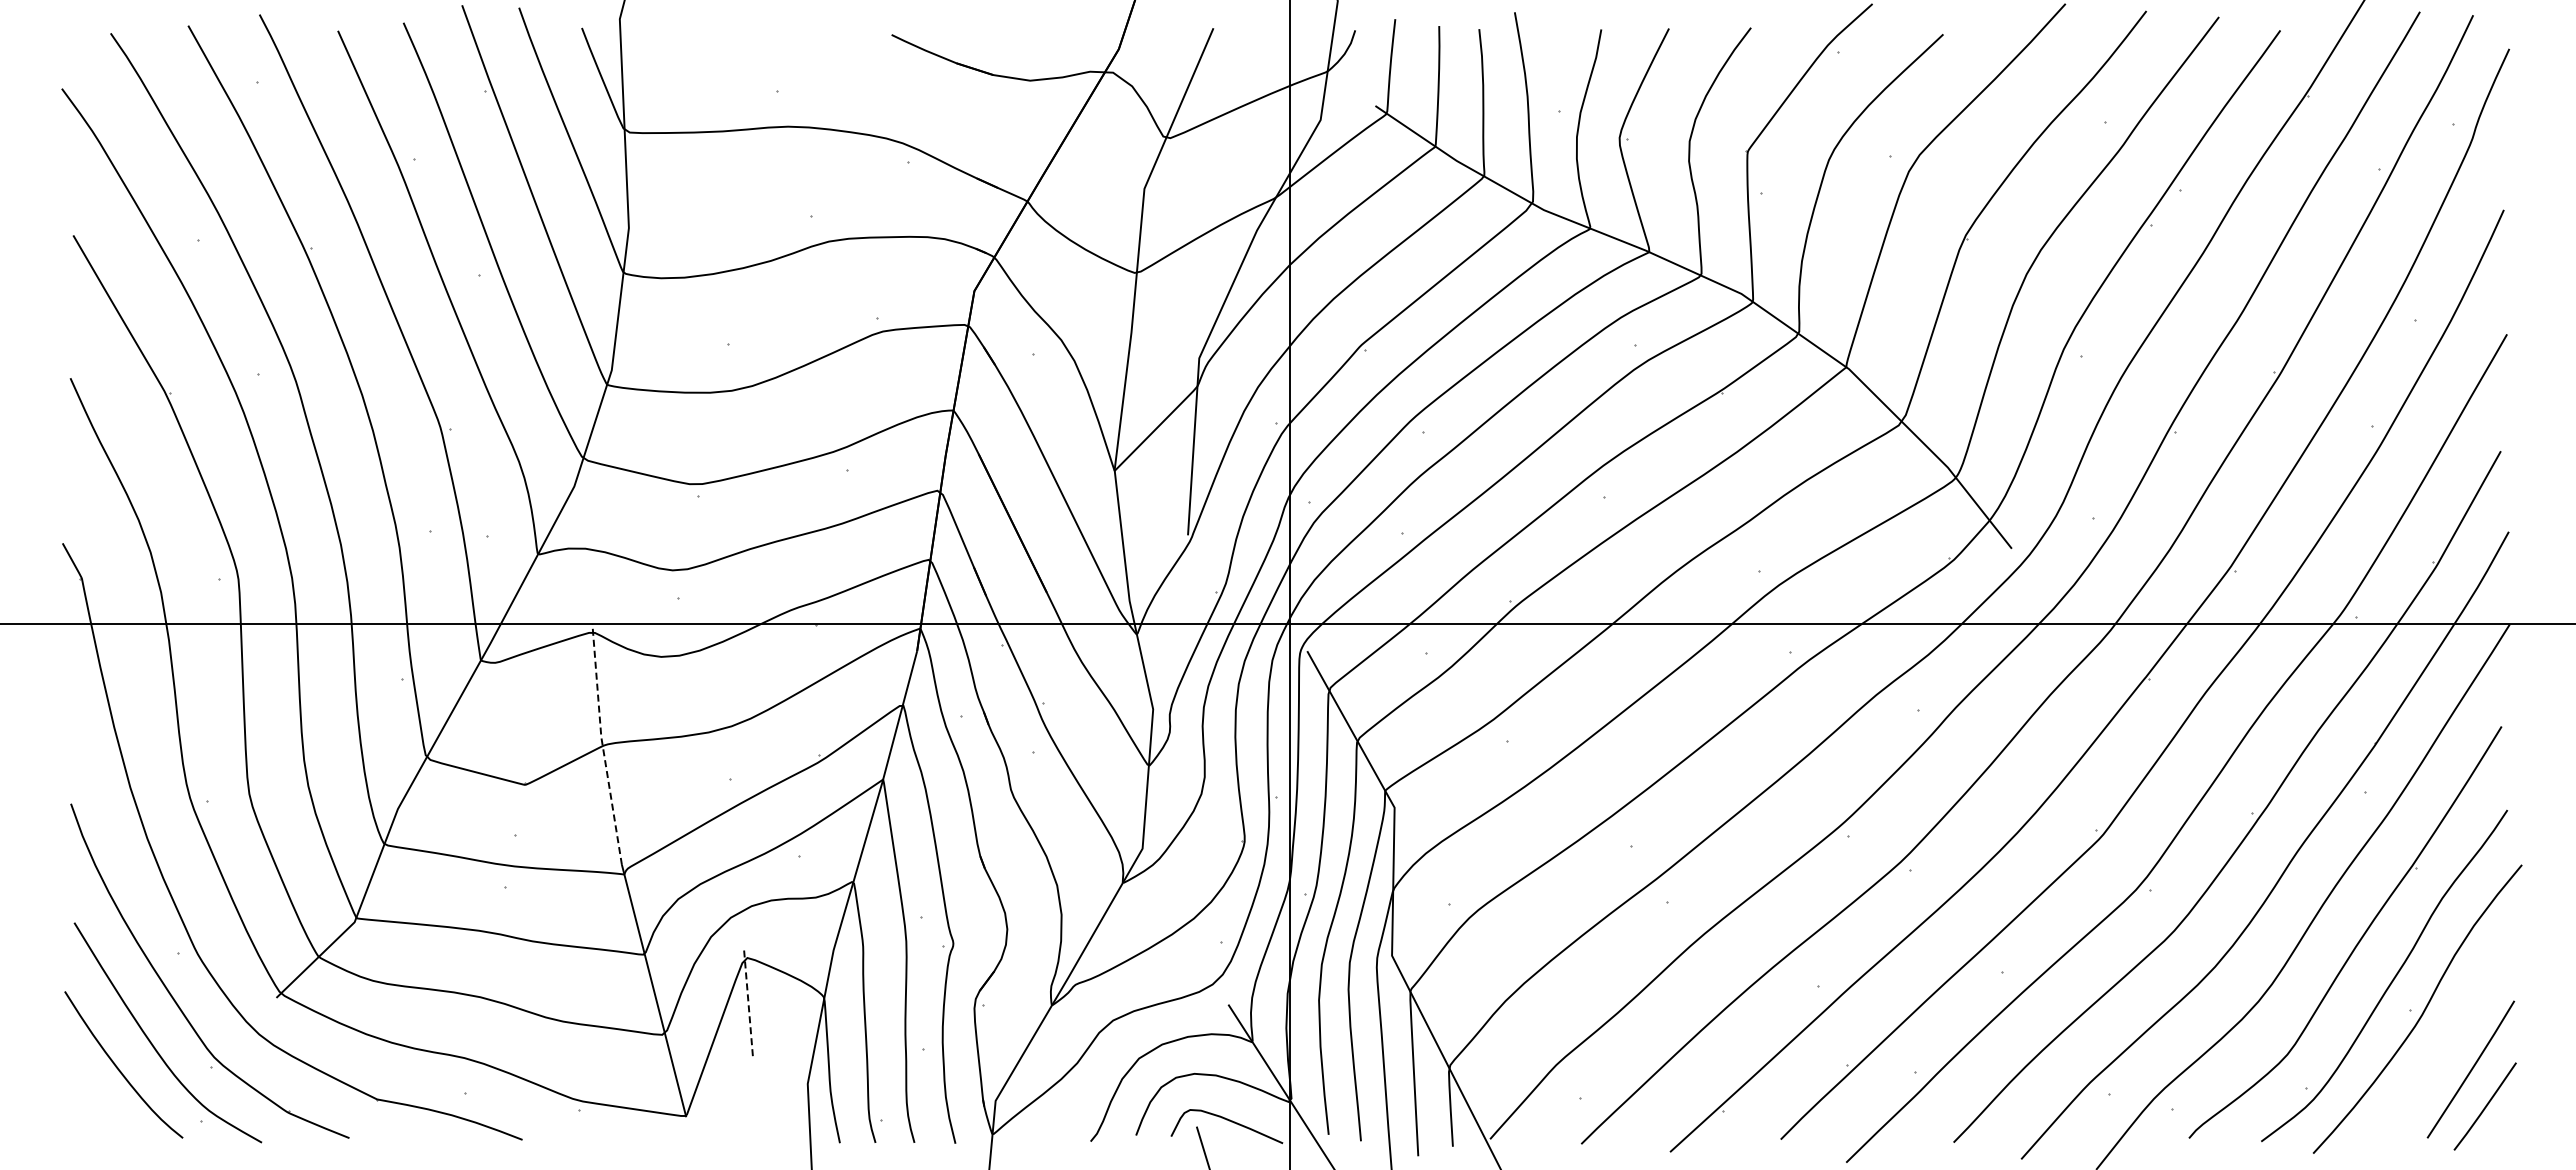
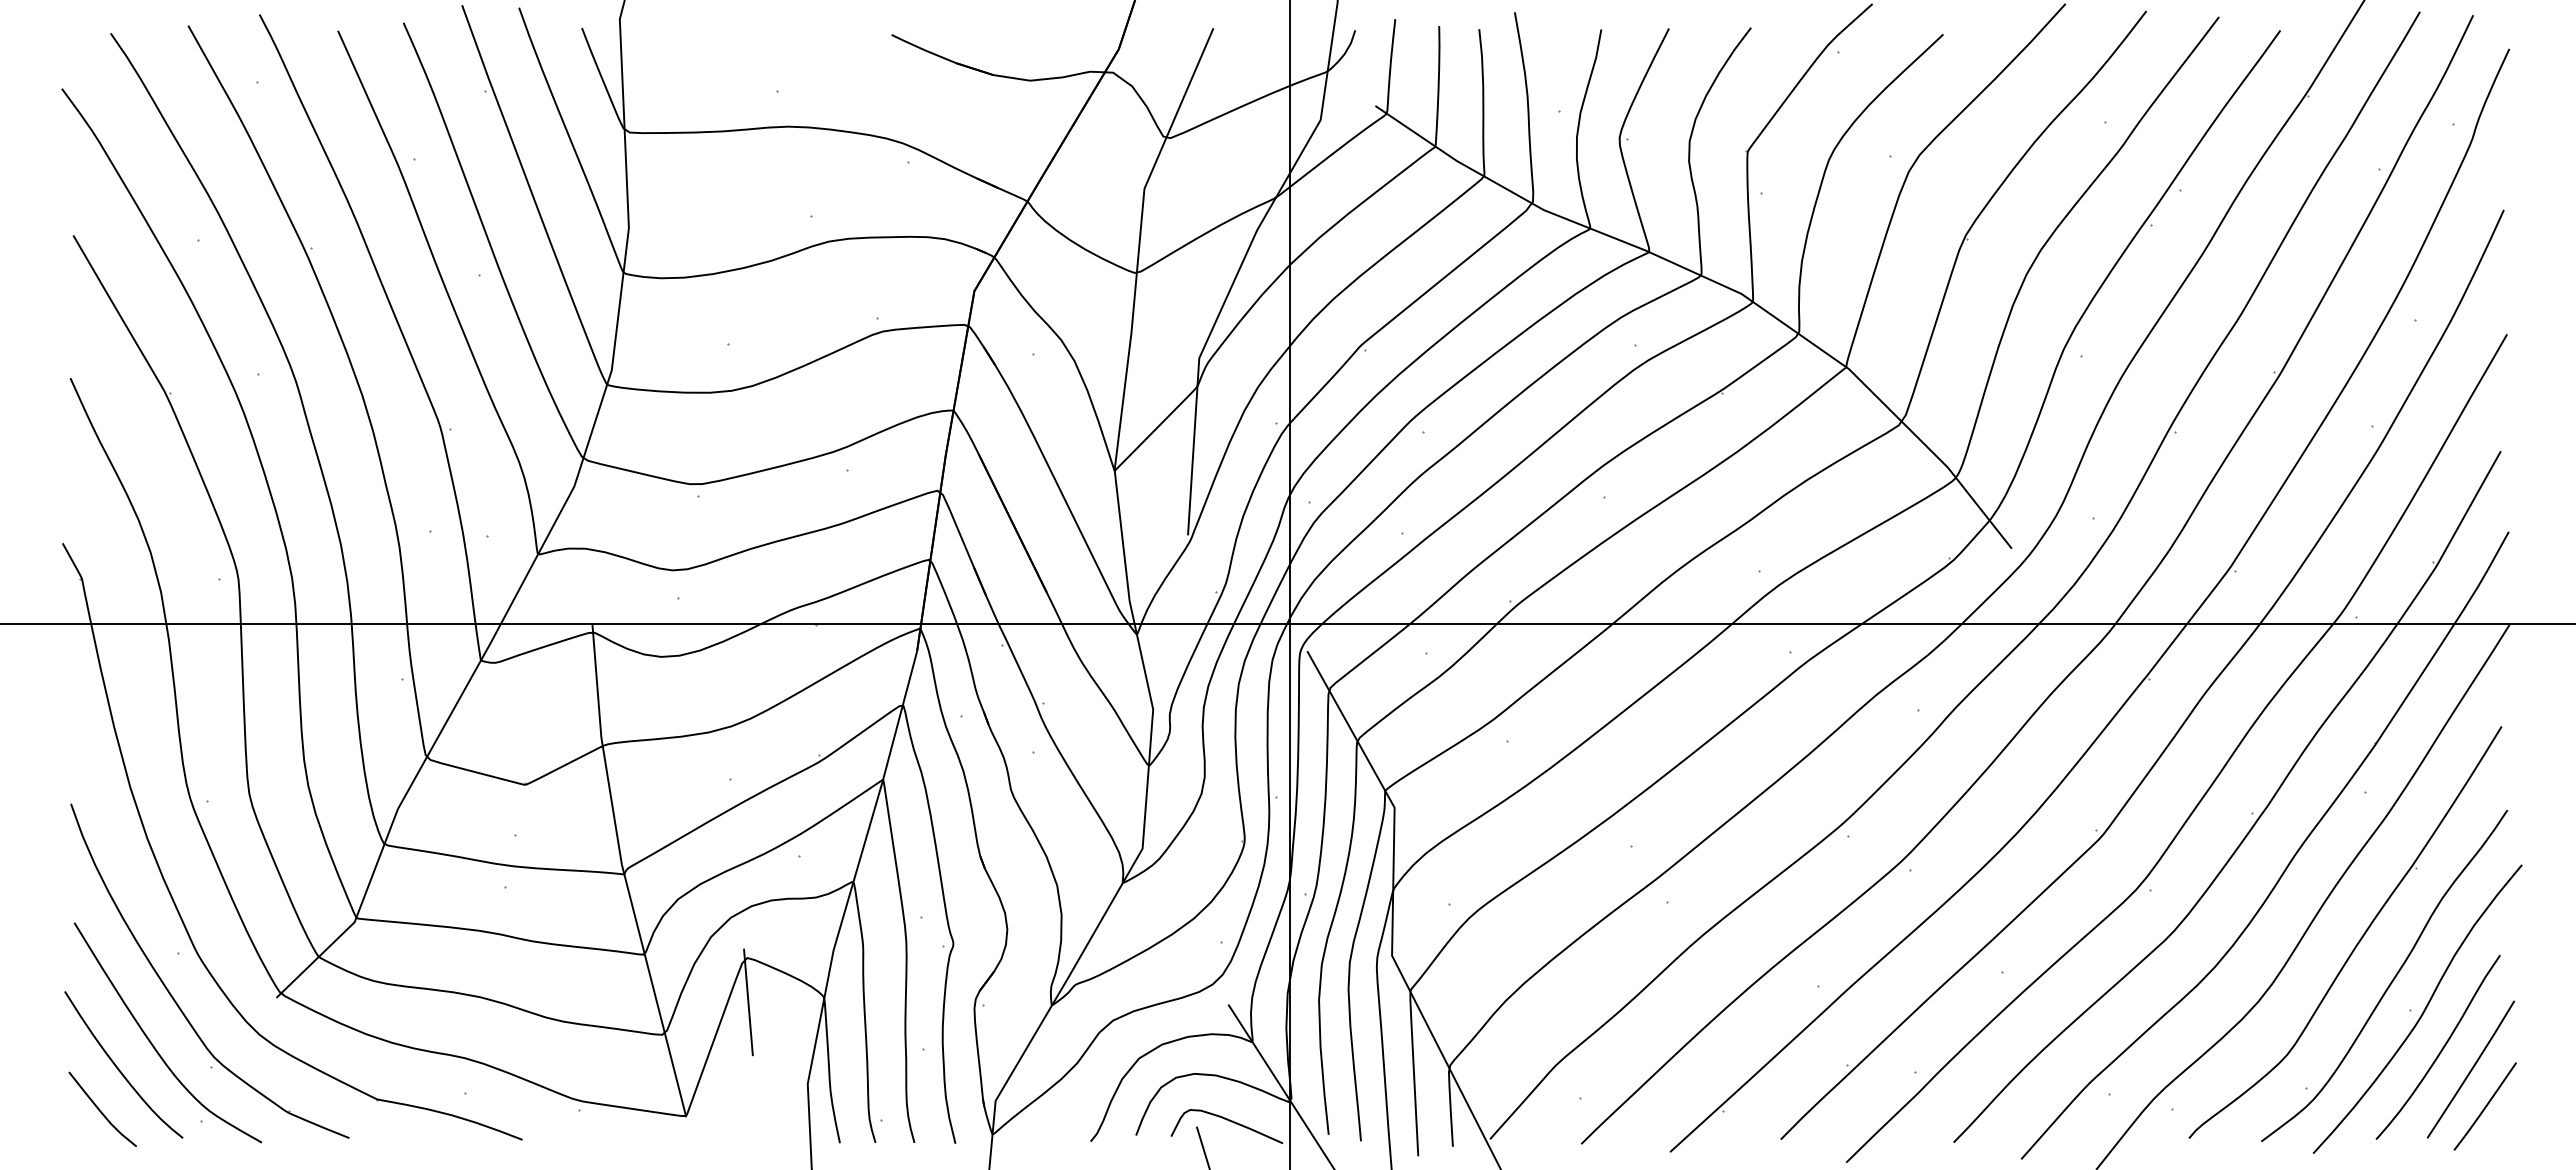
line at (602, 744): dashed -> solid
line at (748, 1002): dashed -> solid
curve at (2440, 1050): none -> present
curve at (100, 1109): none -> present
